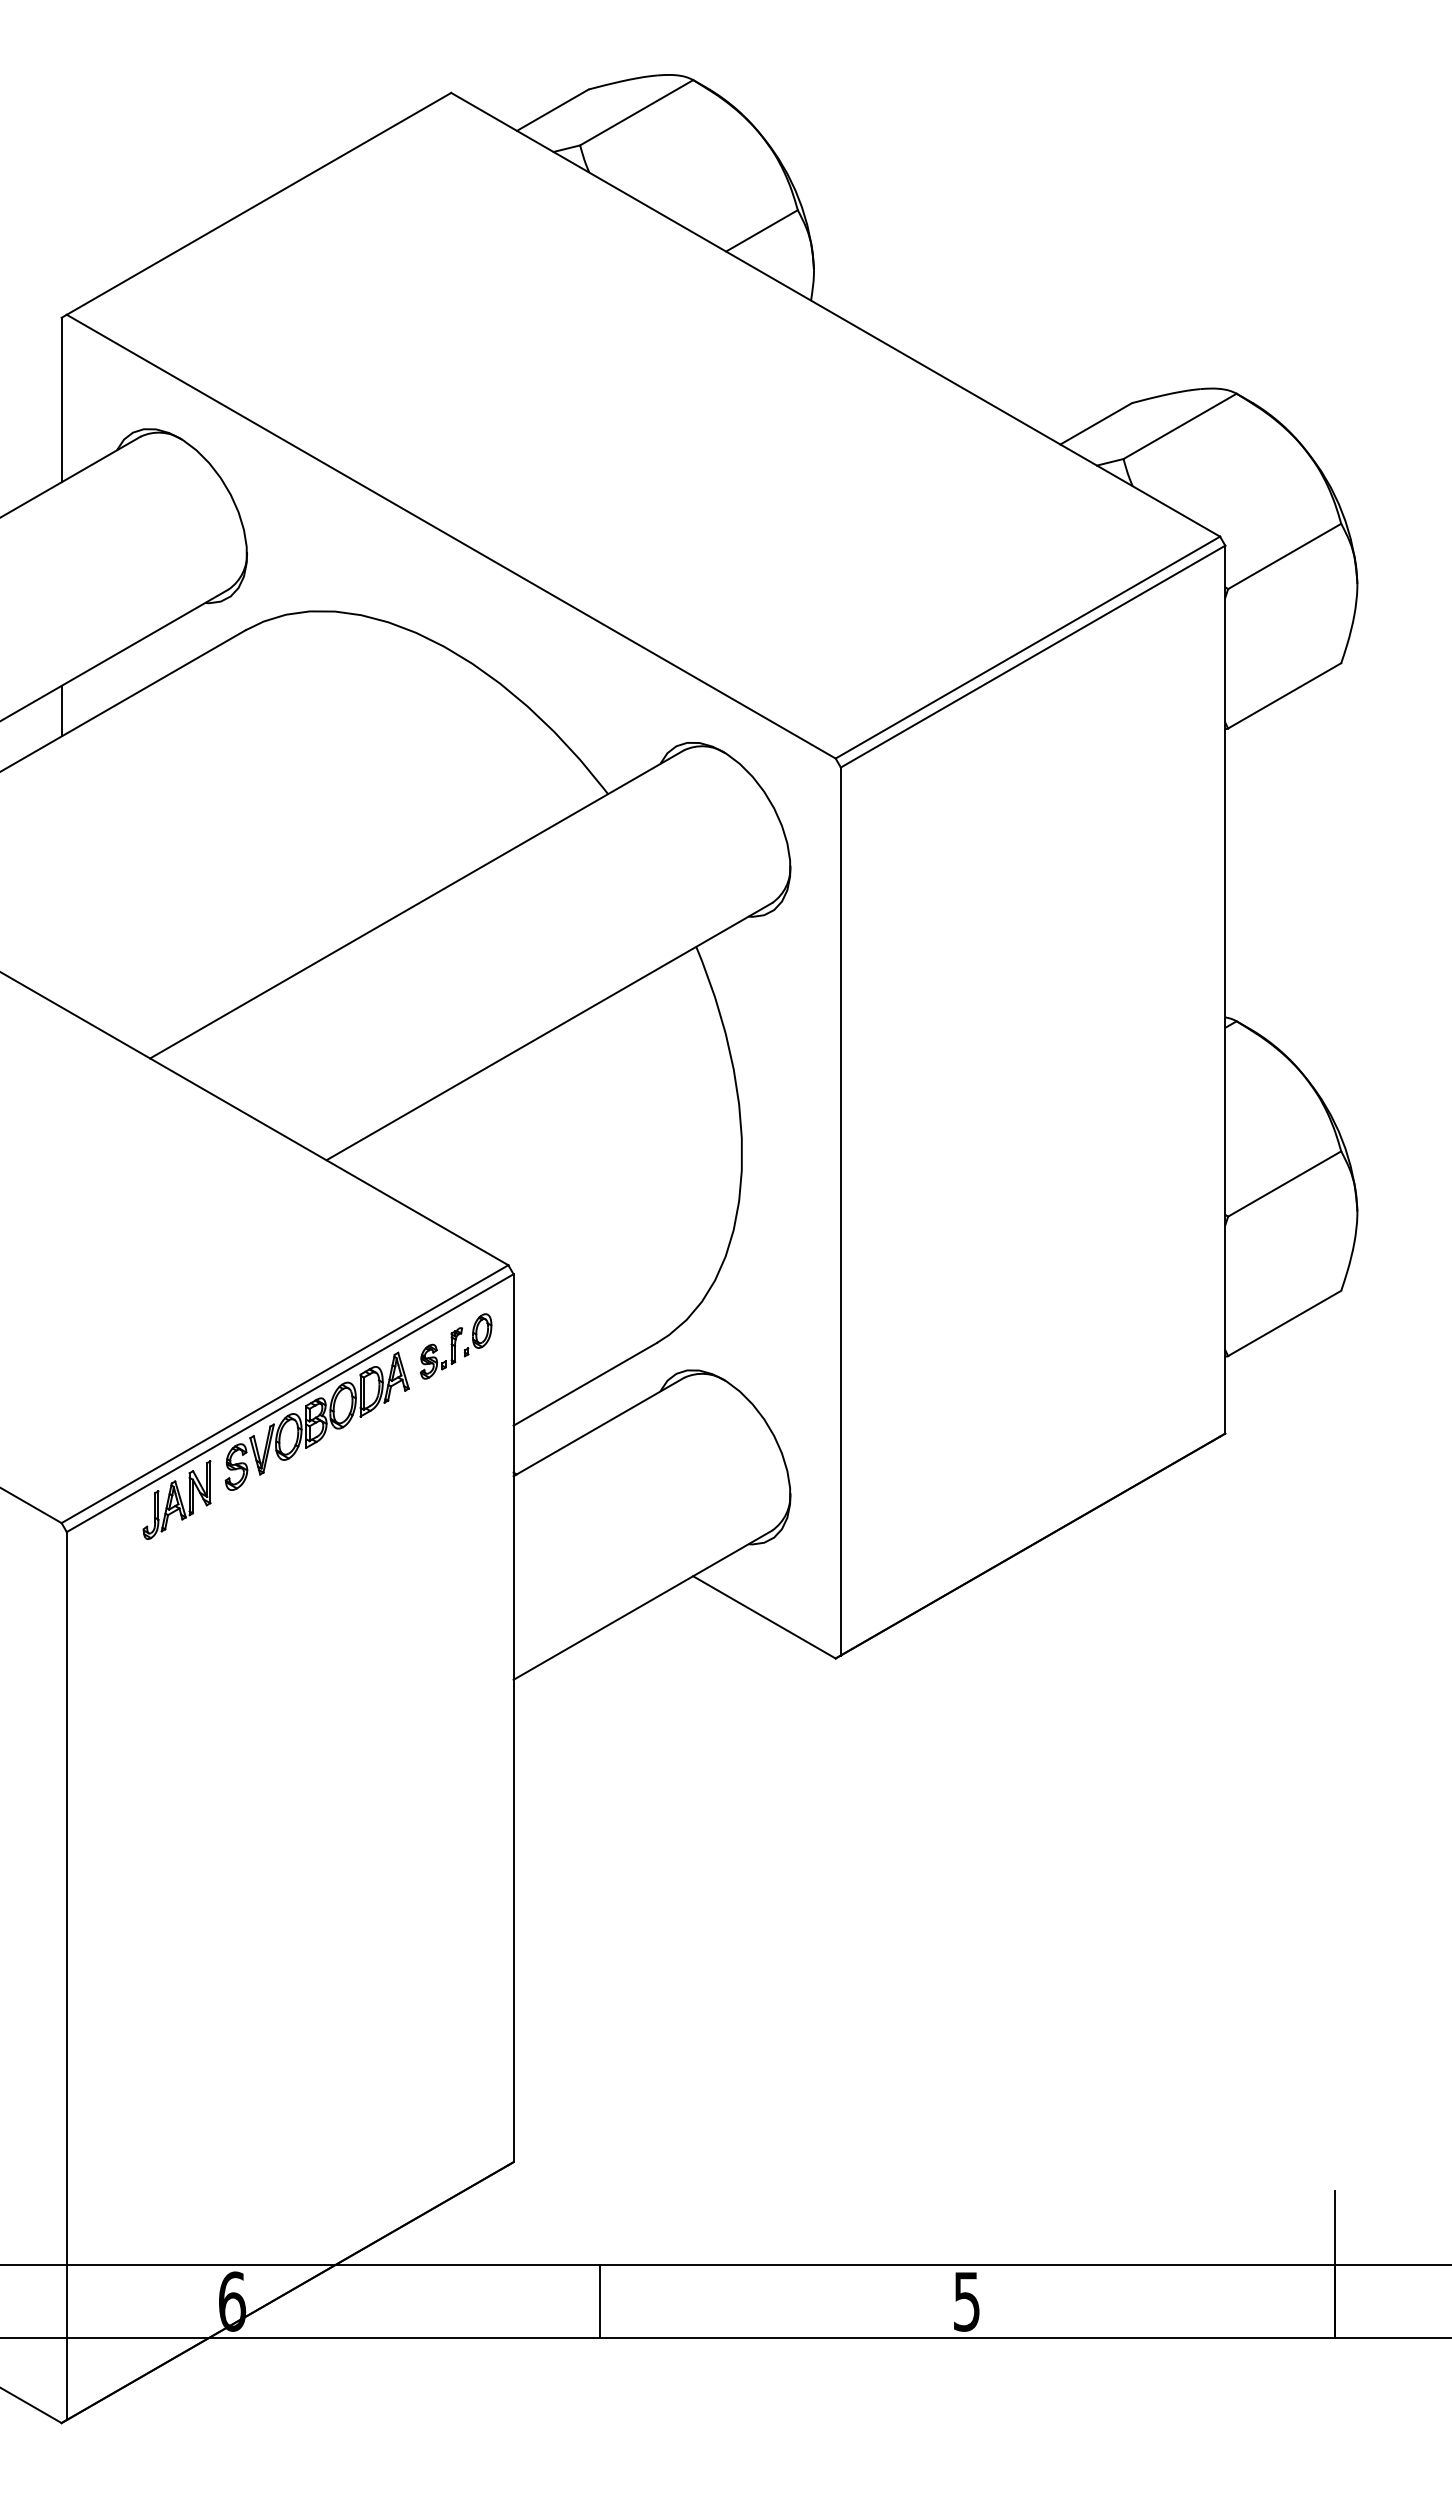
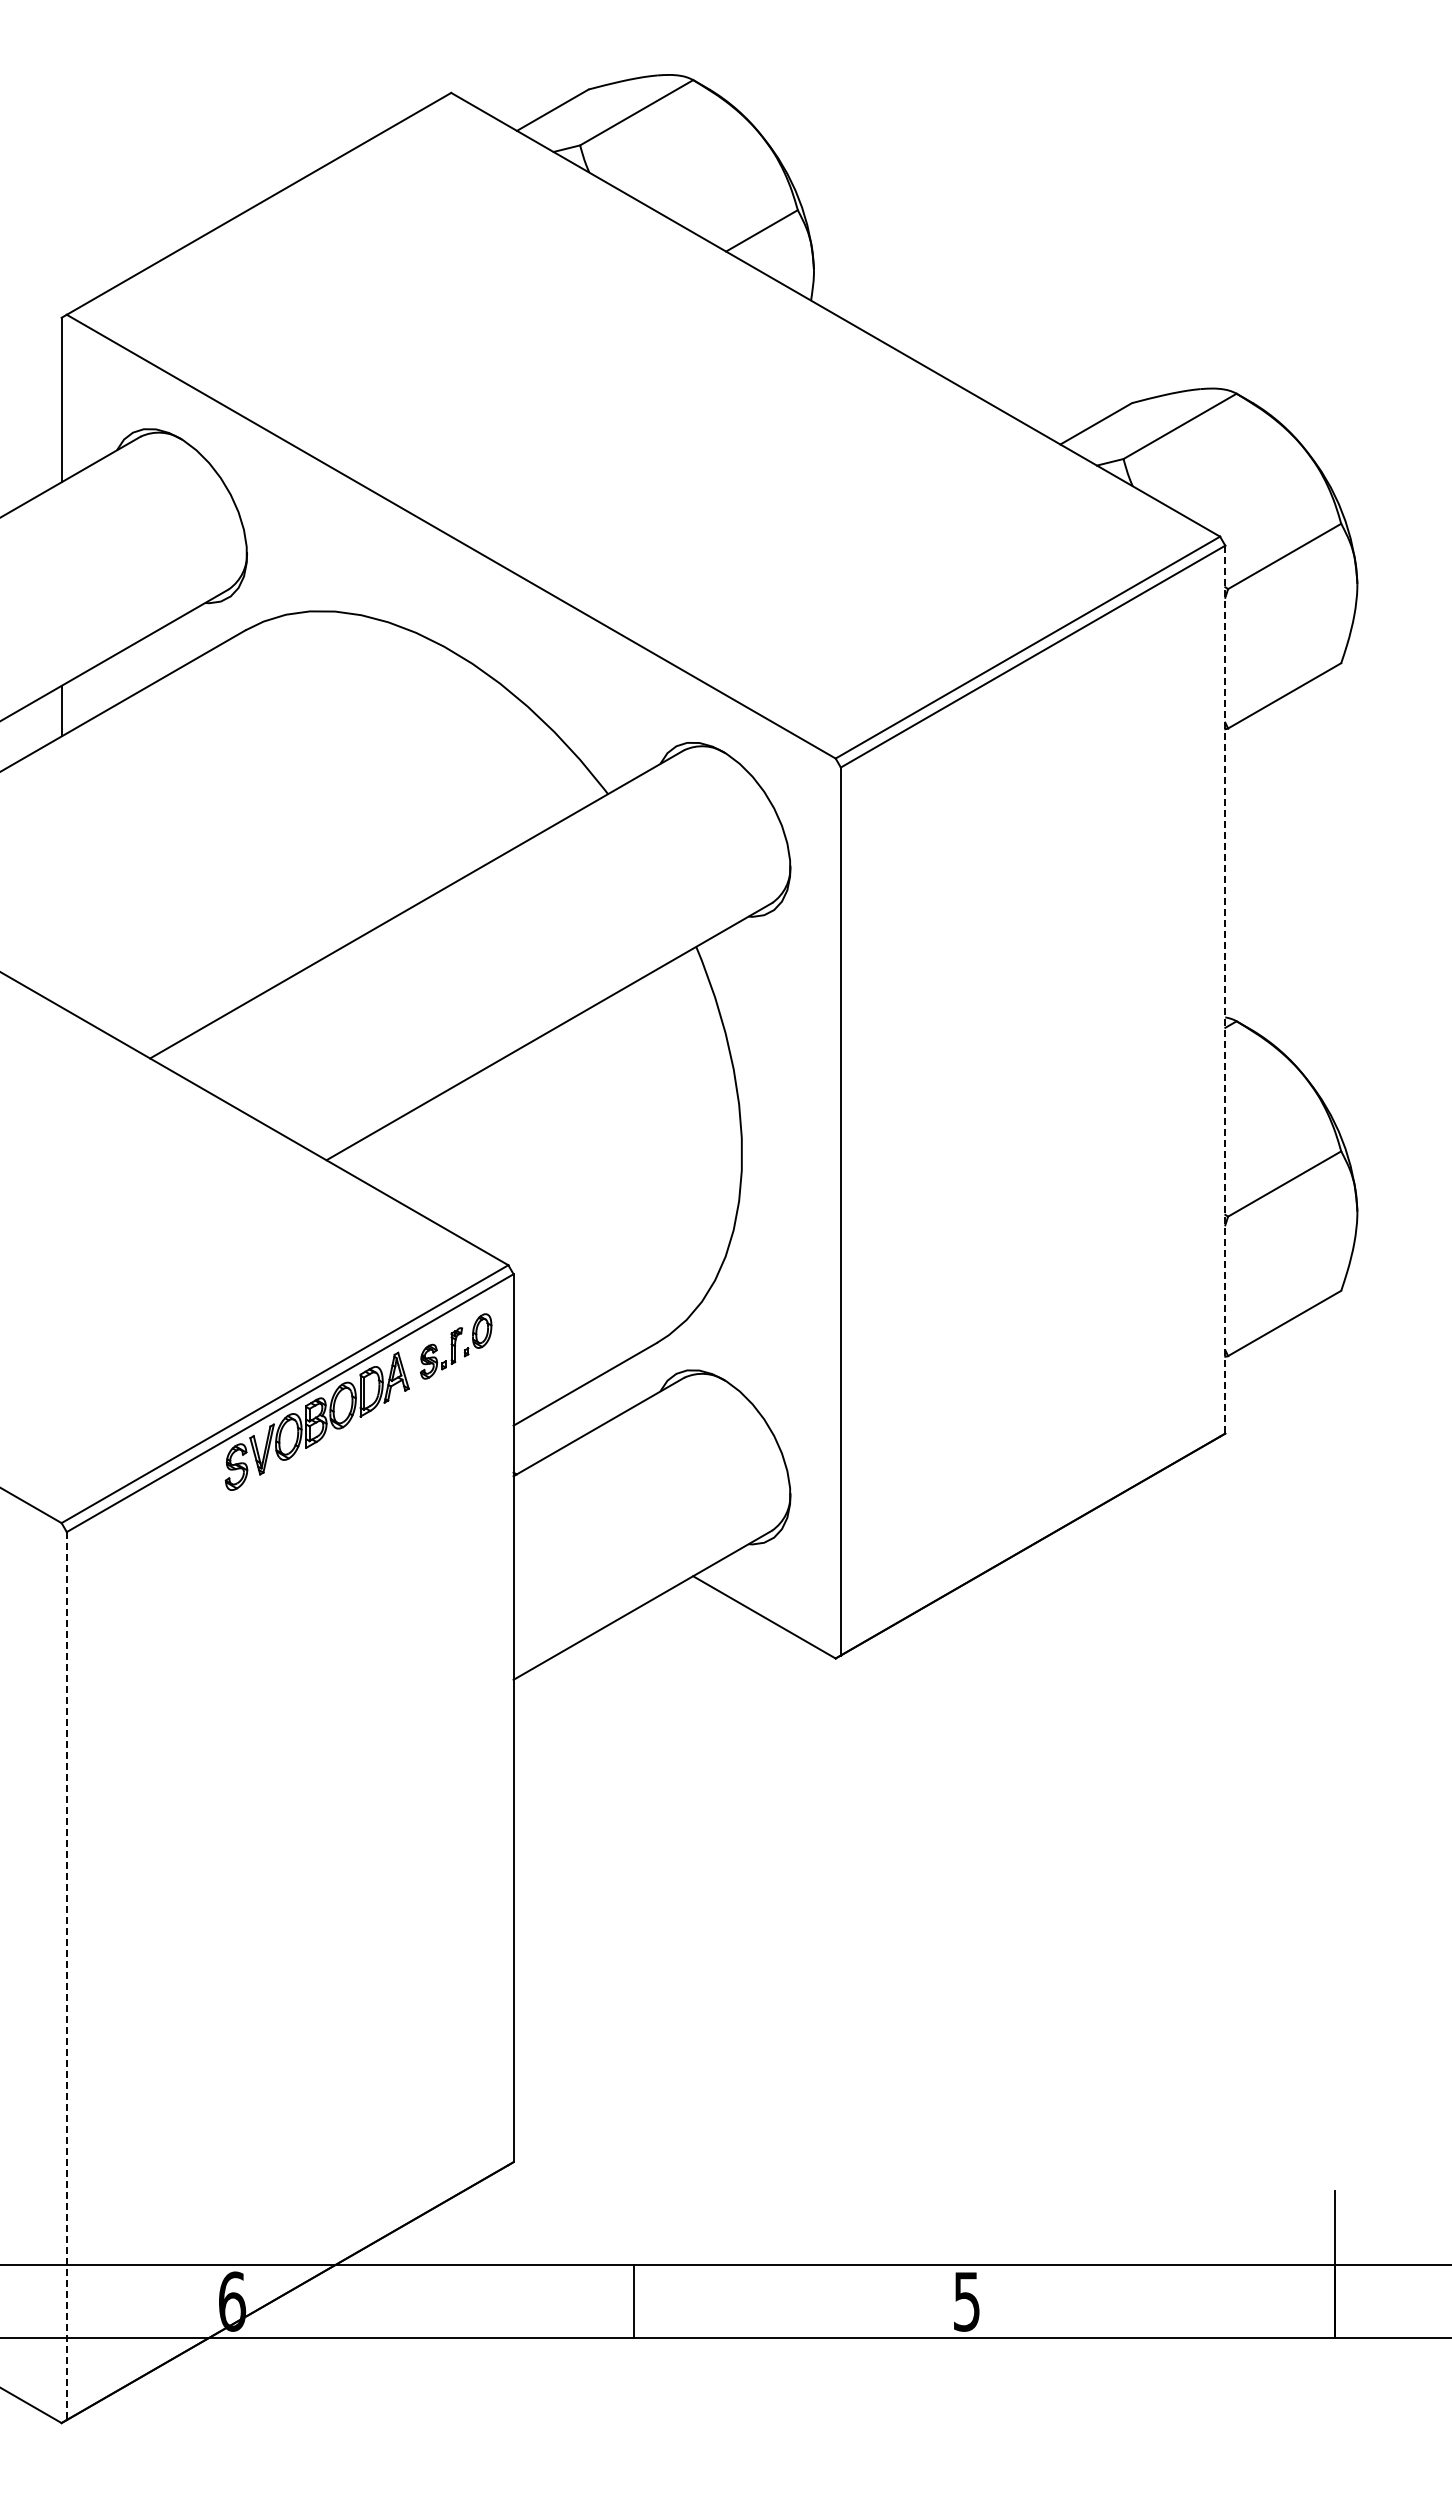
line at (1225, 989): solid -> dashed
part at (176, 1499): present -> none
line at (66, 1976): solid -> dashed
line at (600, 2301) position: (600, 2301) -> (634, 2301)
